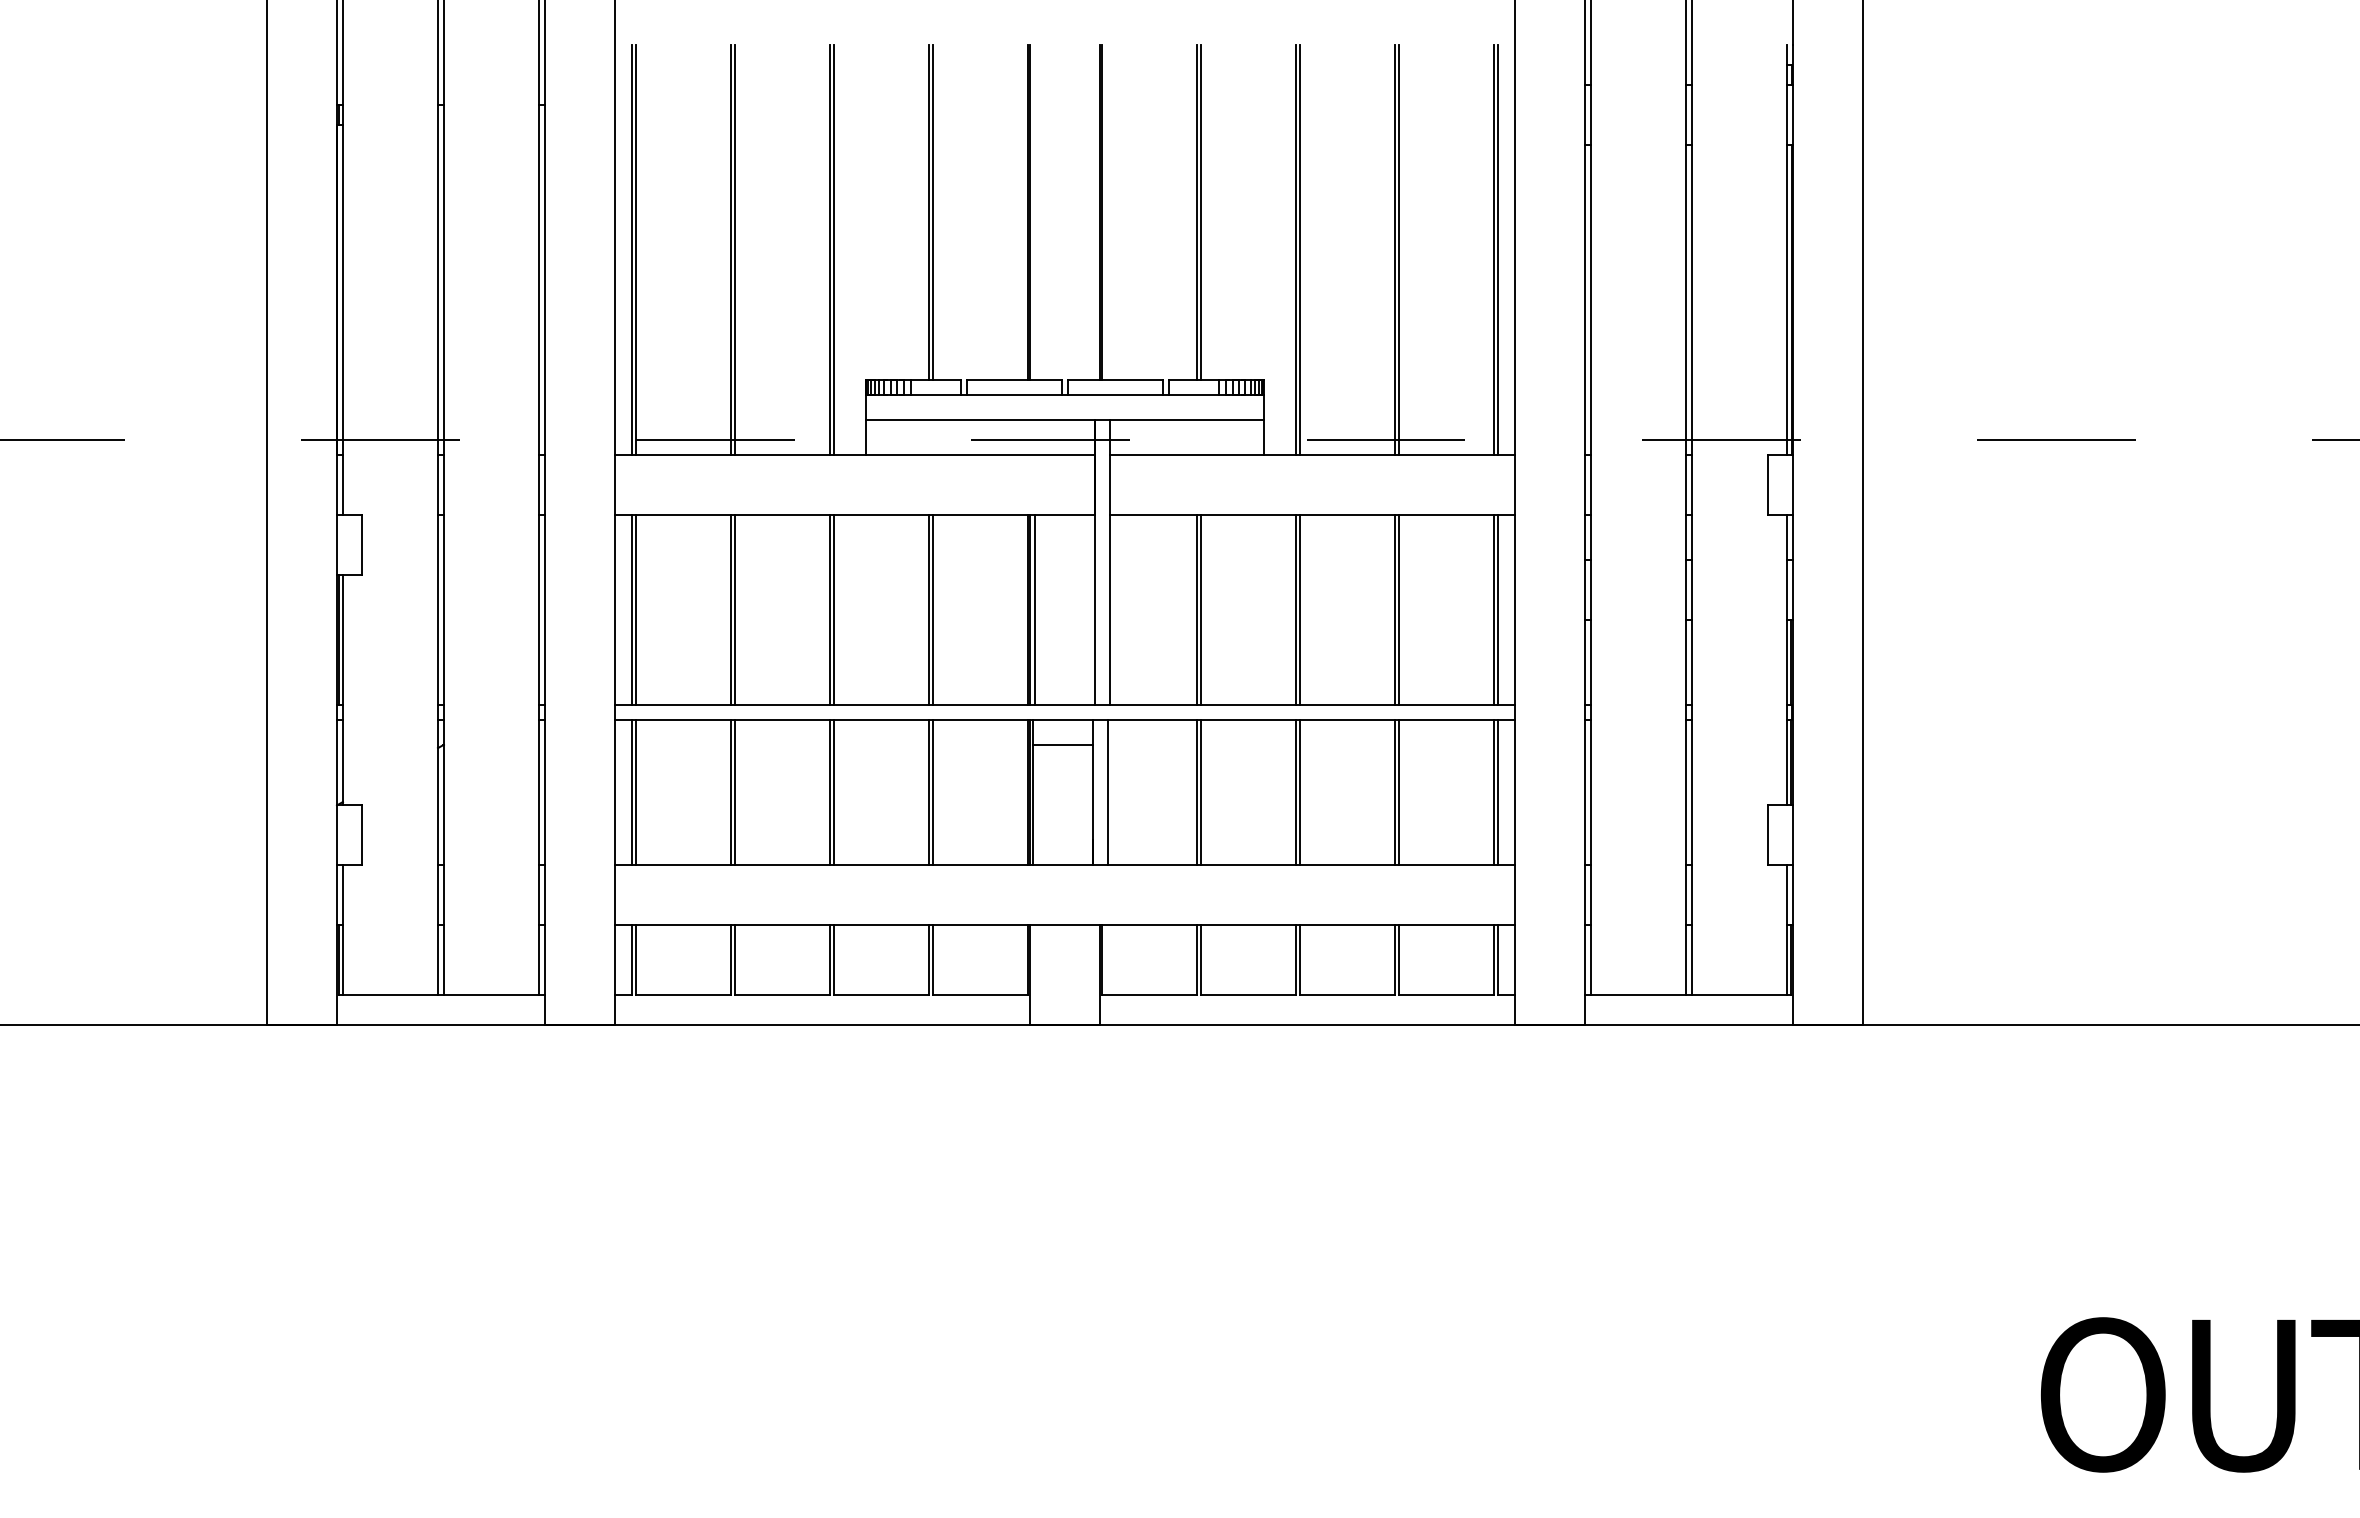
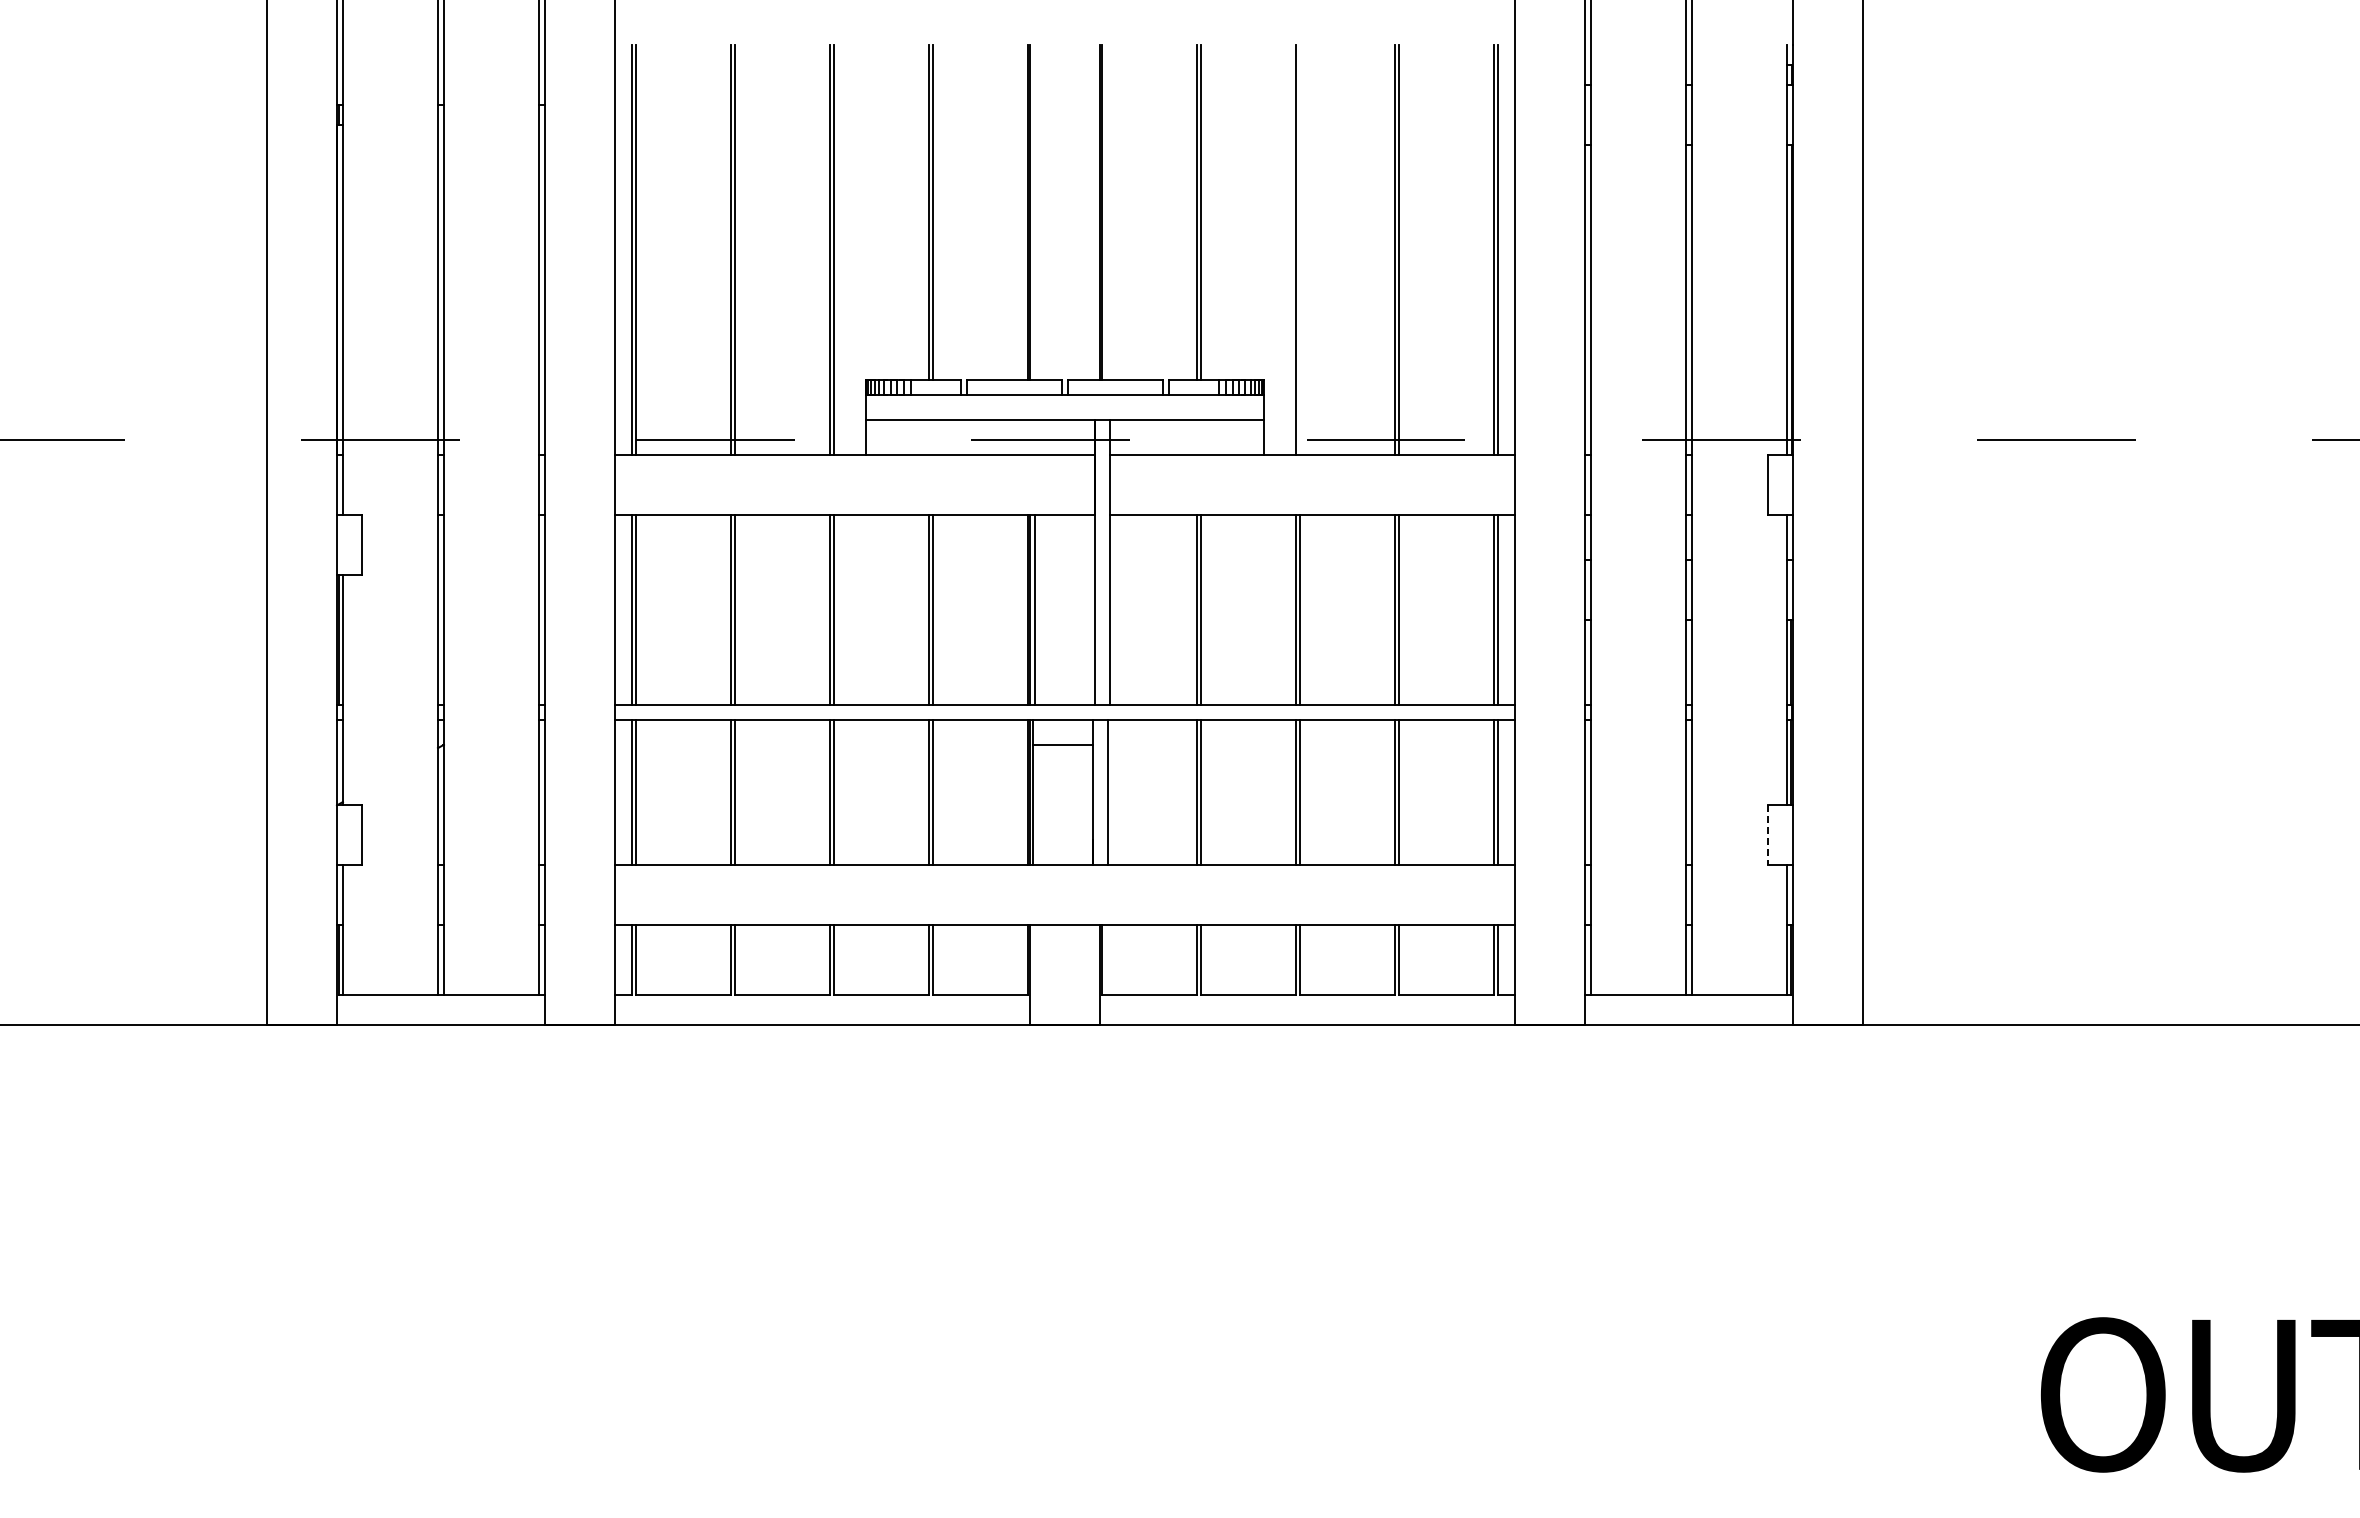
line at (1299, 250): present -> none
line at (1767, 835): solid -> dashed
